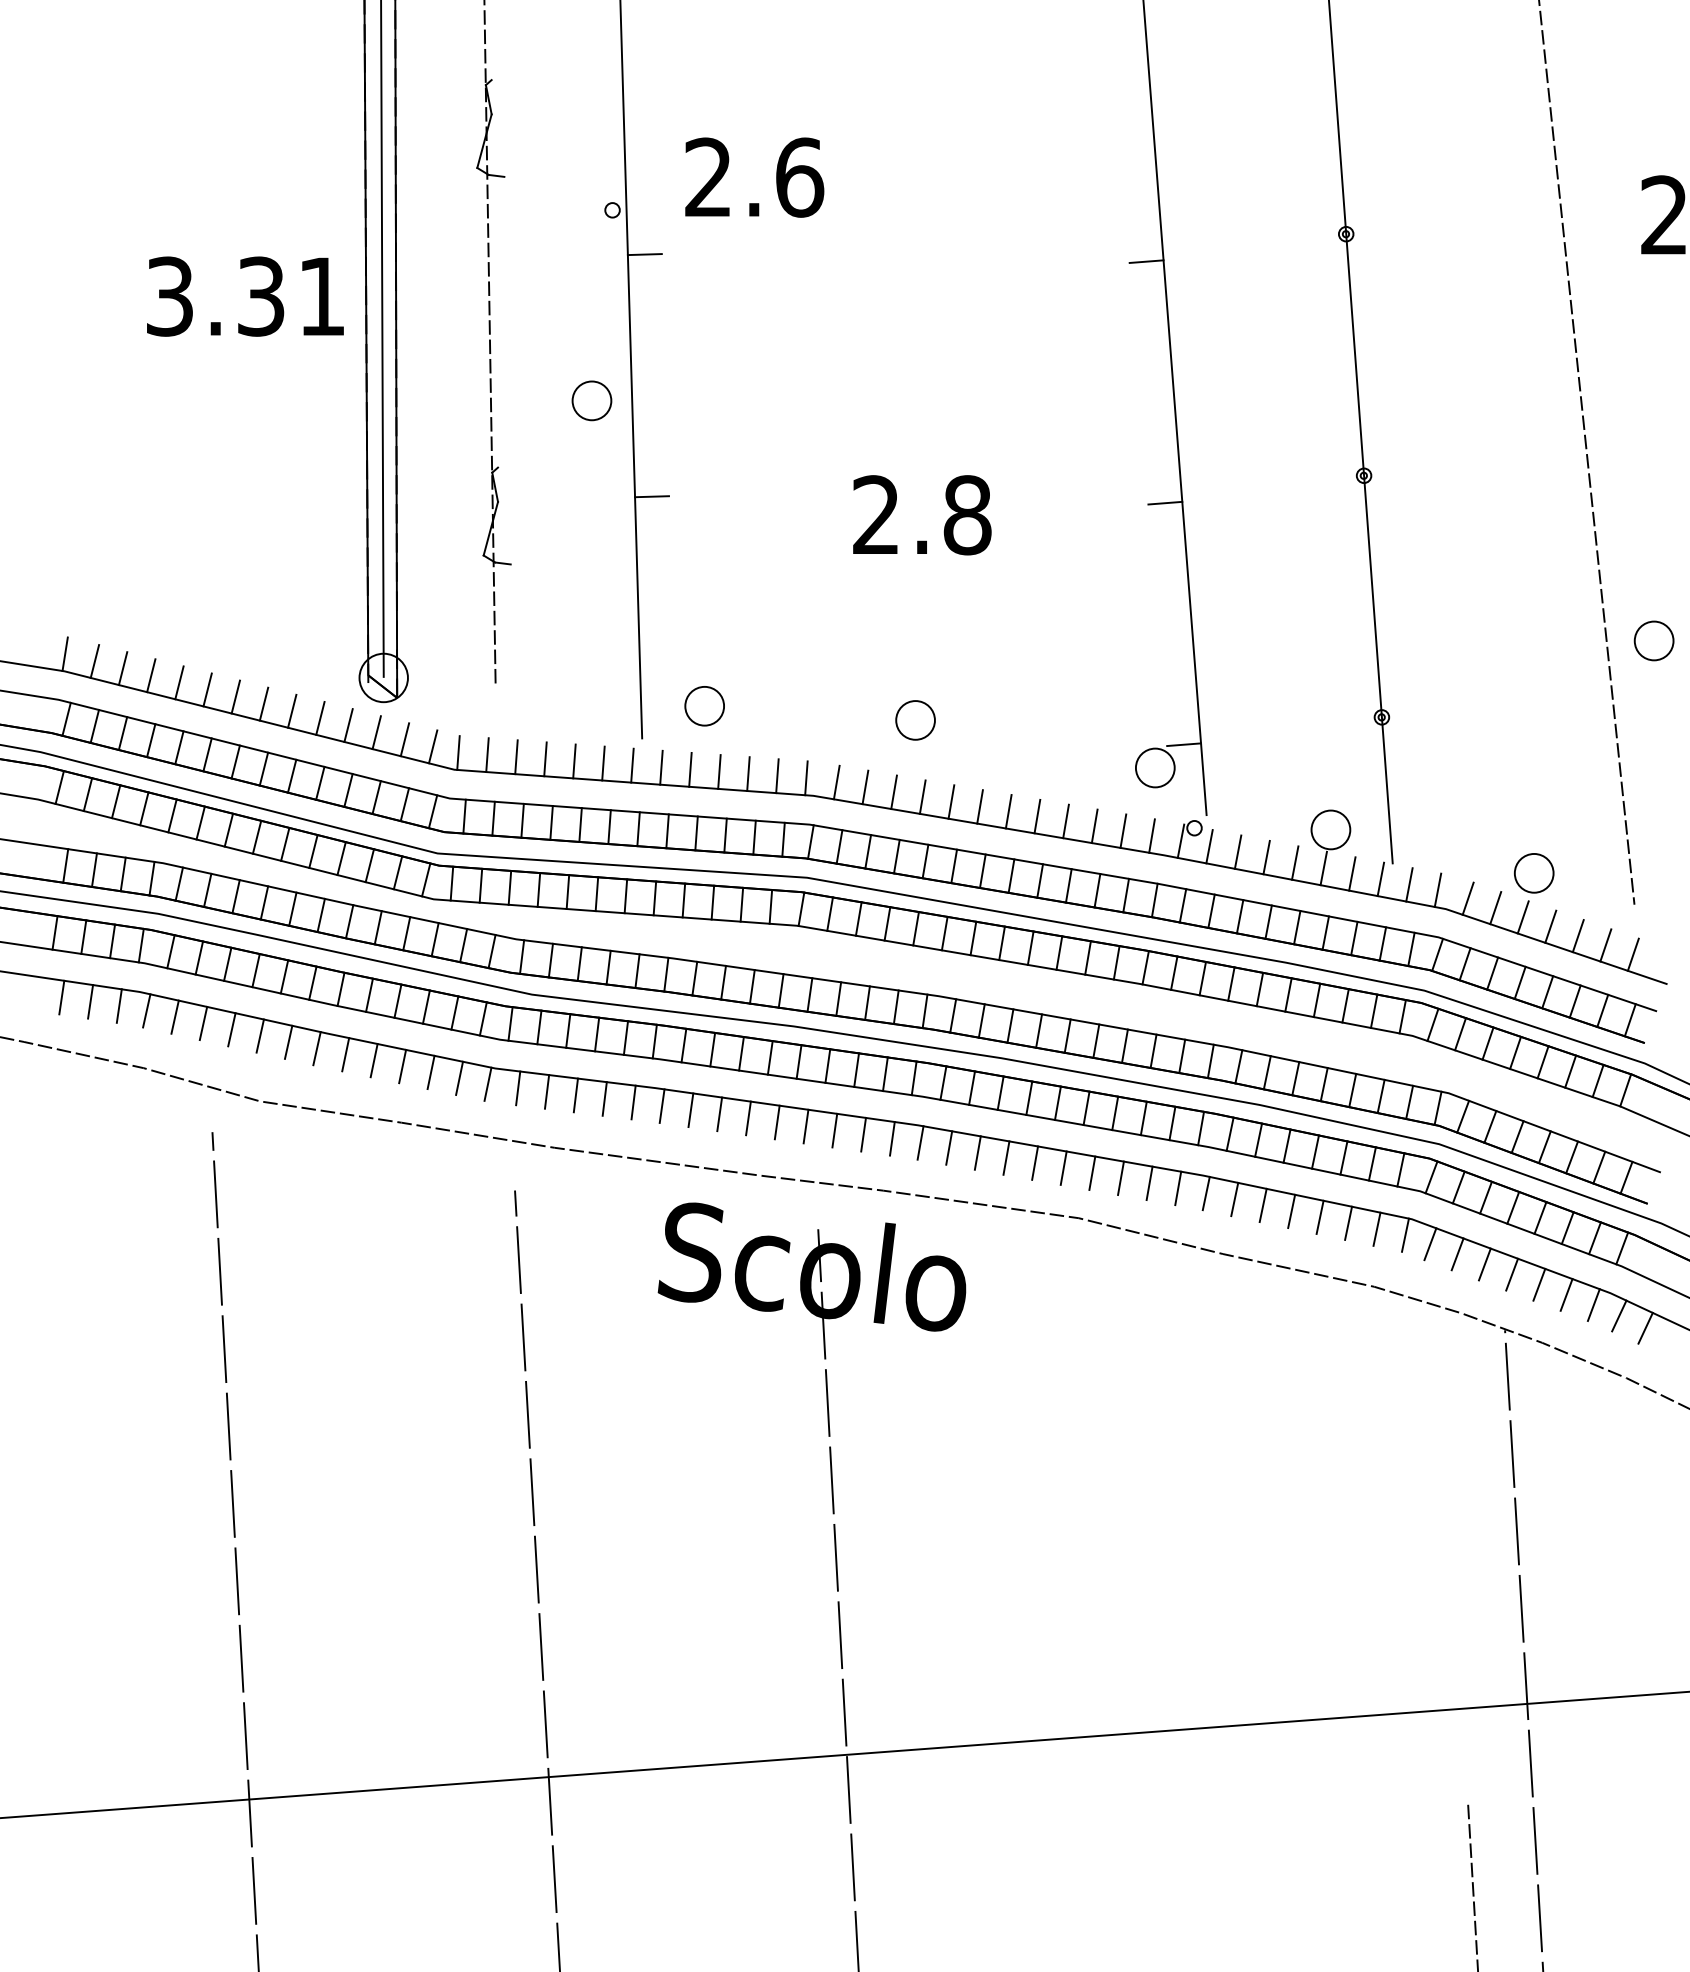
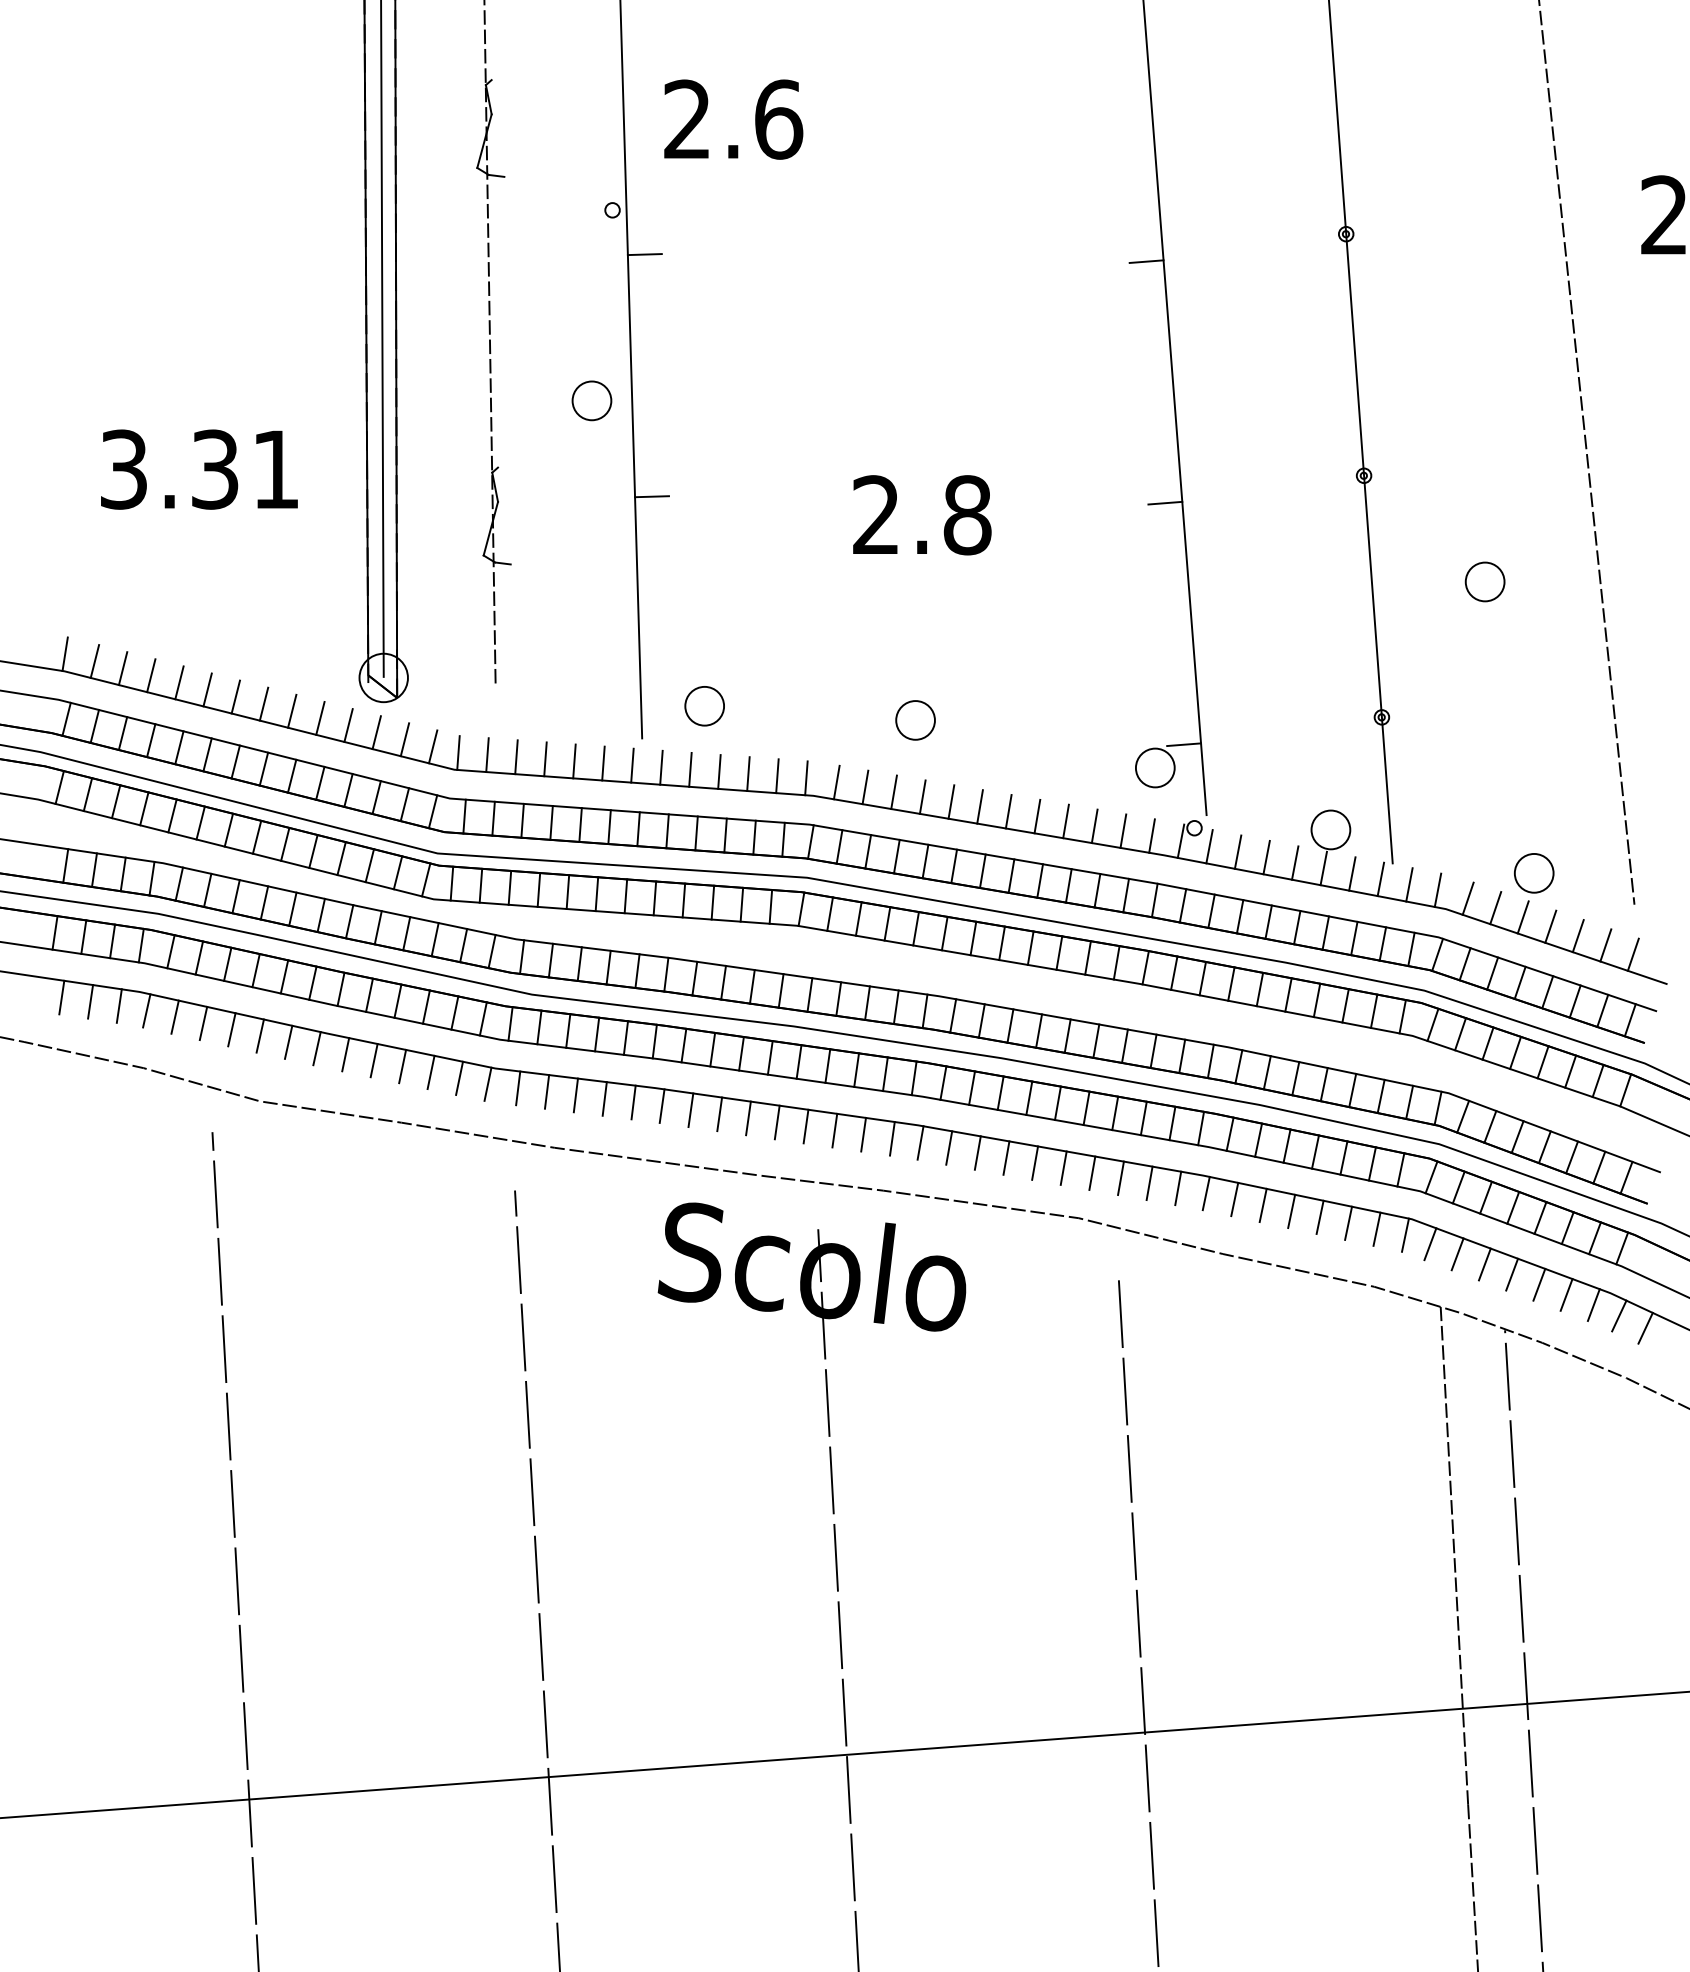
text at (754, 177) position: (754, 177) -> (733, 119)
text at (245, 296) position: (245, 296) -> (199, 469)
part at (1653, 640) position: (1653, 640) -> (1484, 581)
line at (1454, 1555): none -> present
line at (1138, 1620): none -> present
